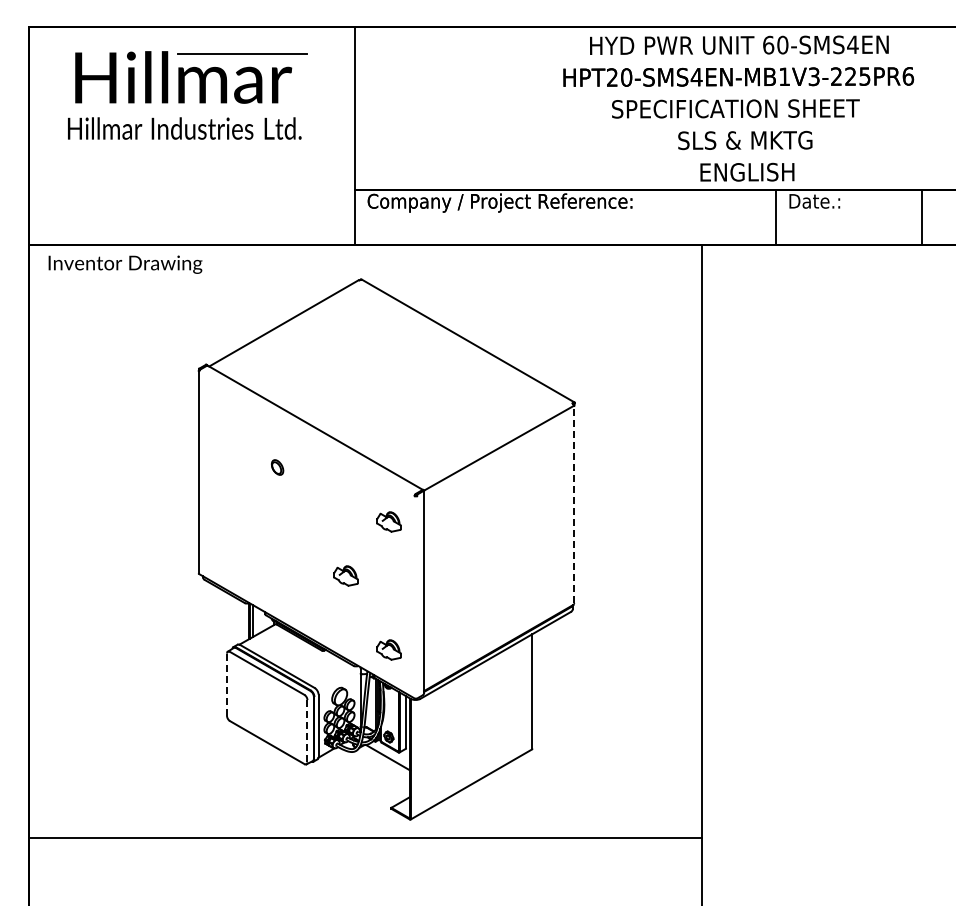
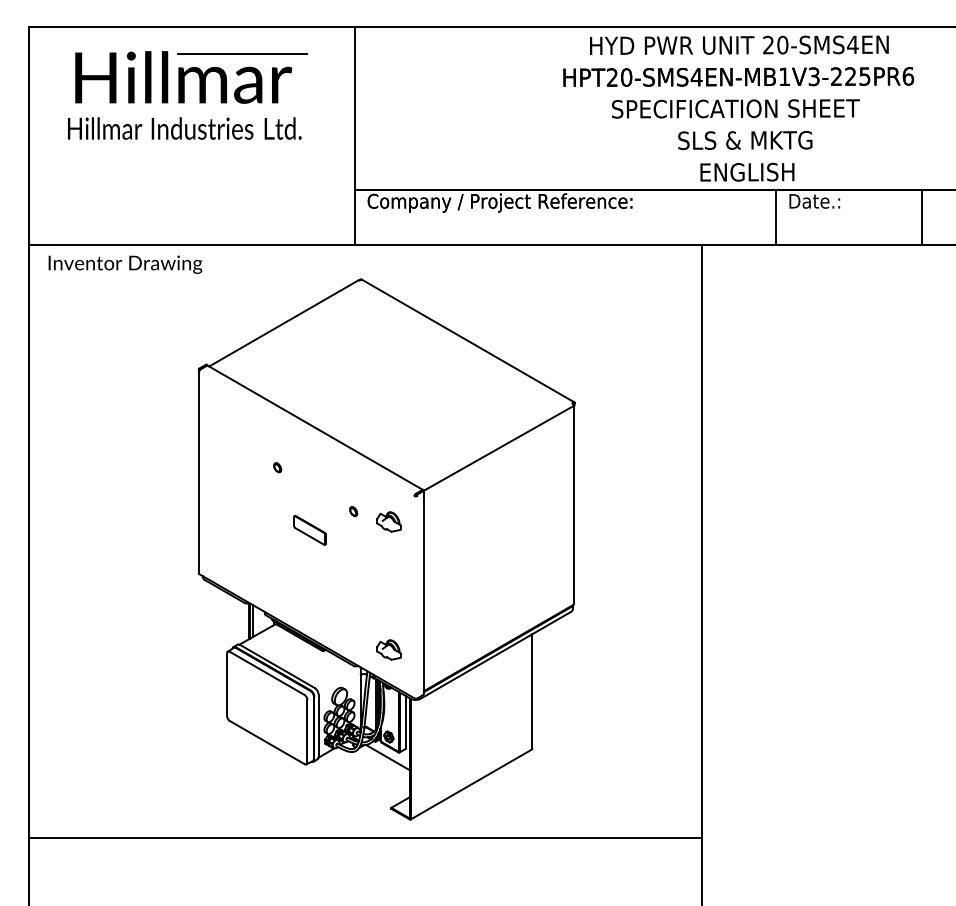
text at (768, 44): 60-SMS4EN -> 20-SMS4EN
part at (277, 467) size: 14x17 px -> 10x12 px
line at (574, 504): dashed -> solid
part at (353, 511): none -> present
part at (309, 529): none -> present
part at (345, 575): present -> none
line at (227, 685): dashed -> solid
line at (307, 730): dashed -> solid
